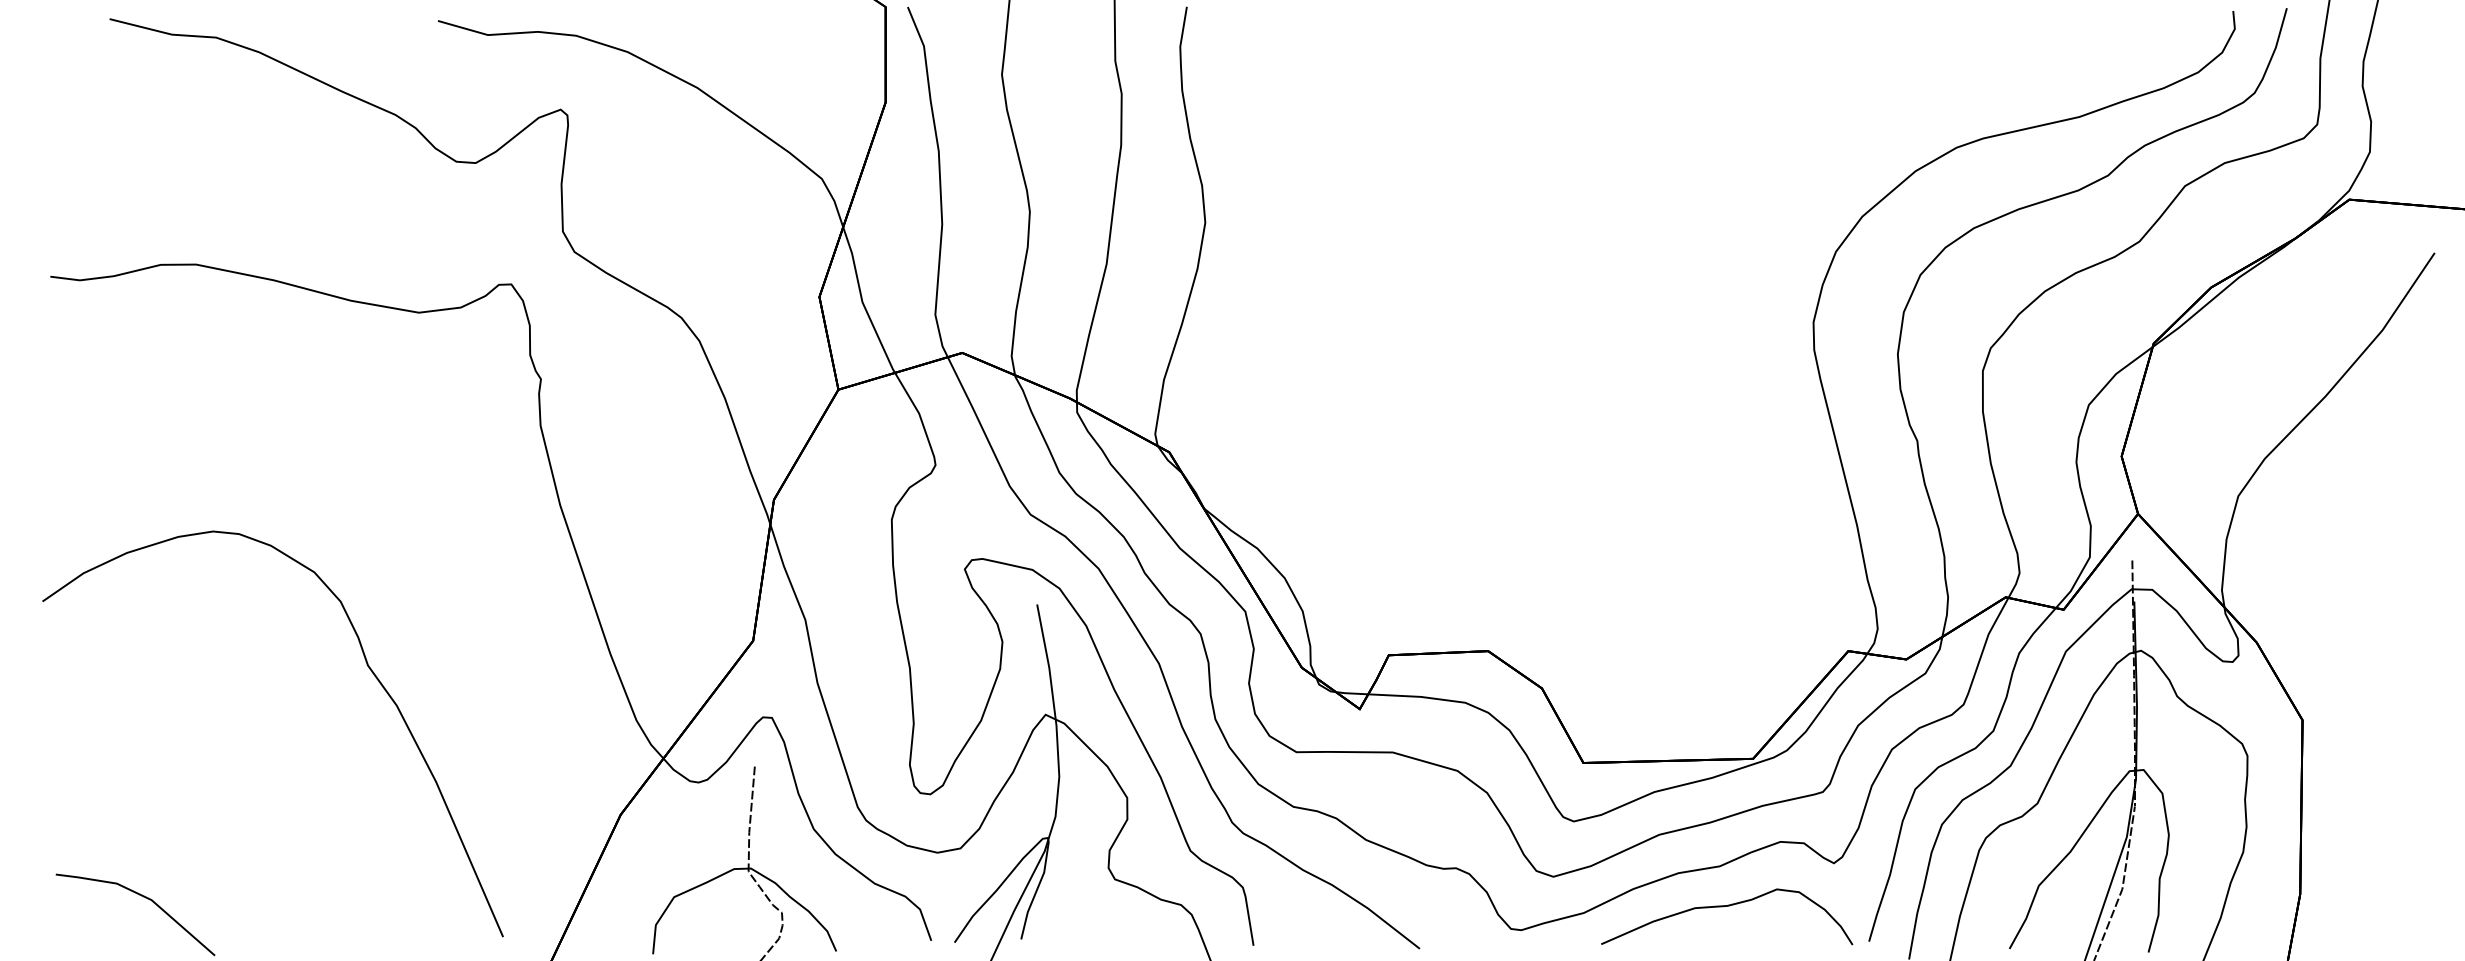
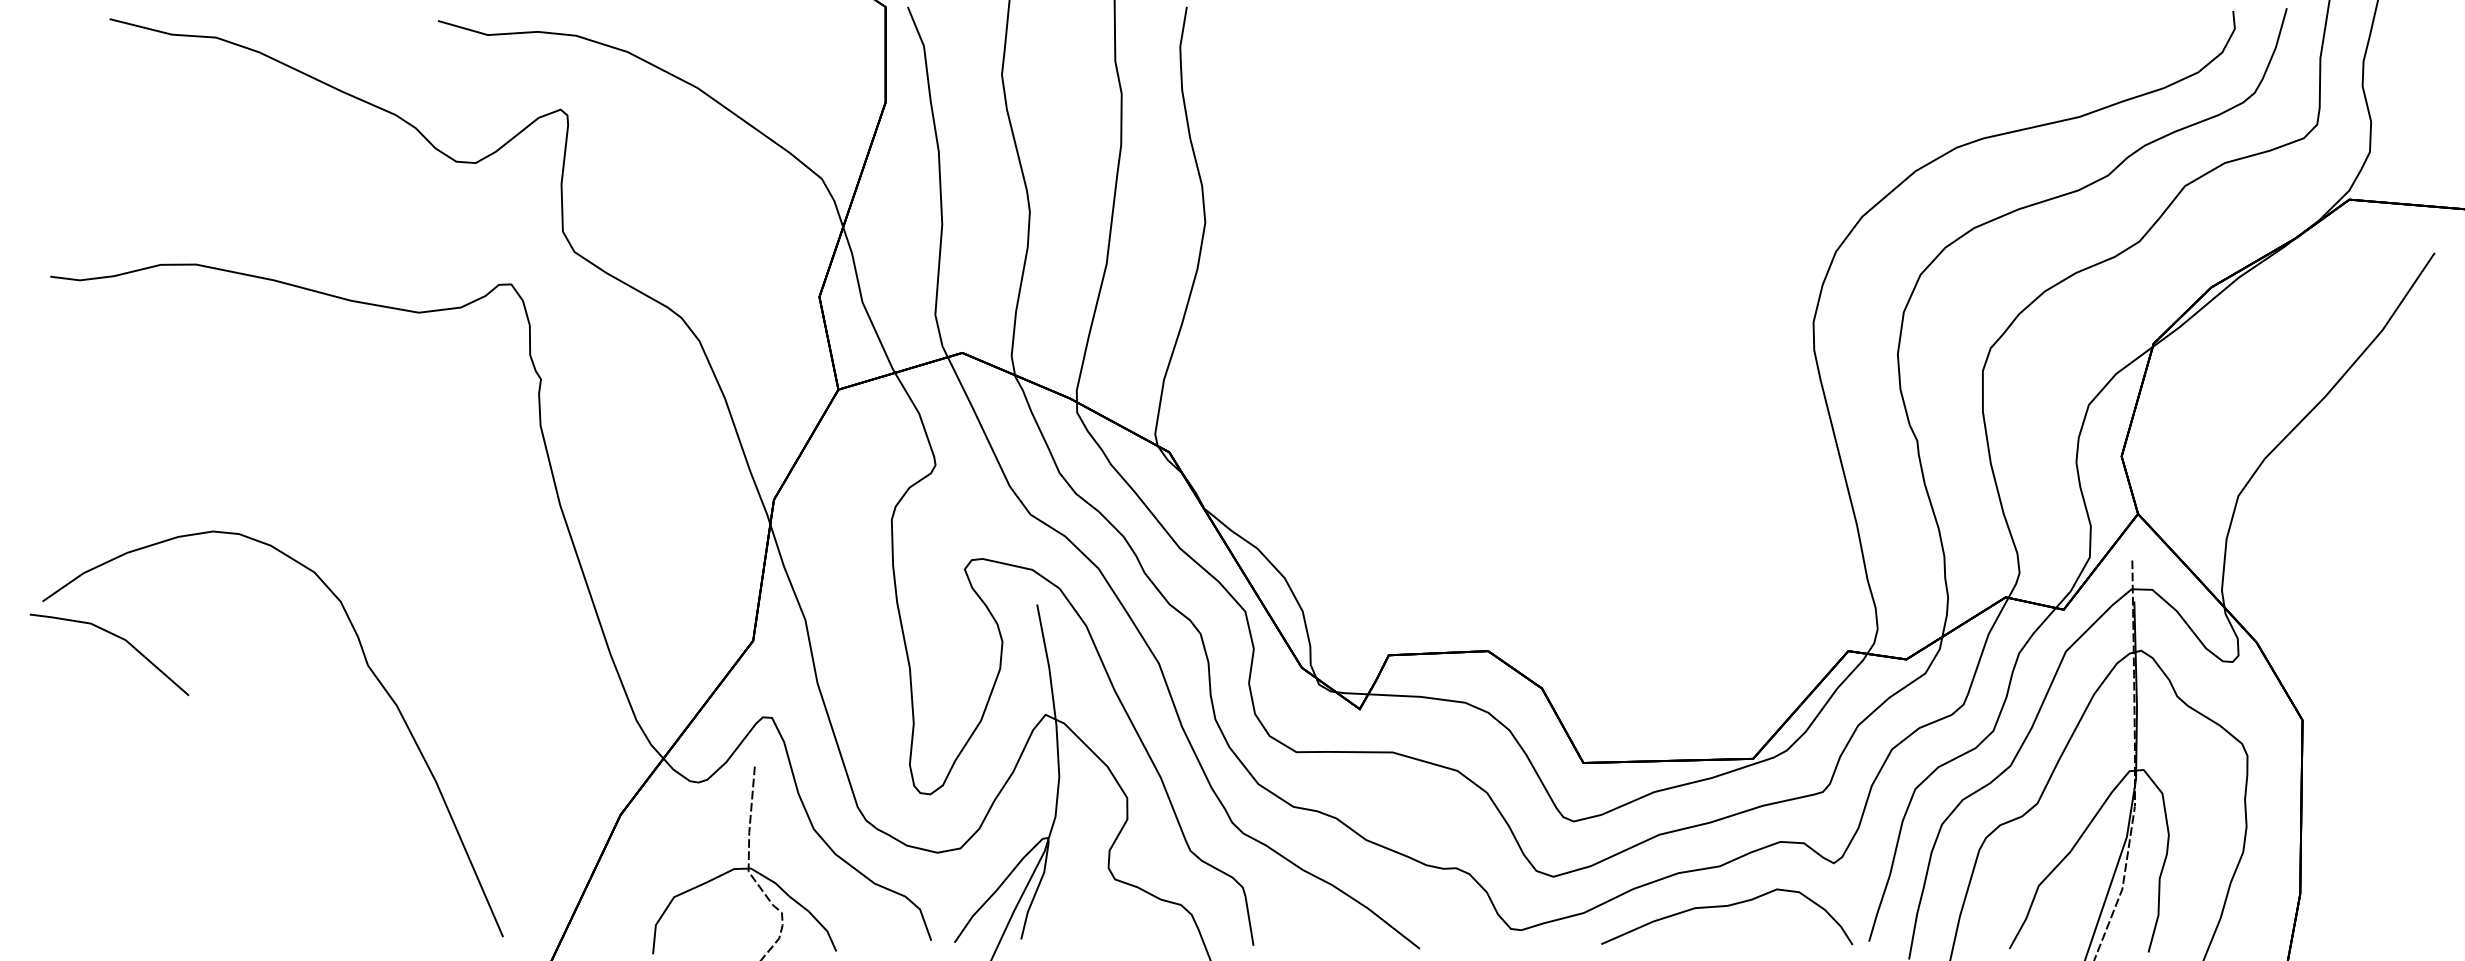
line at (143, 897) position: (143, 897) -> (117, 637)
